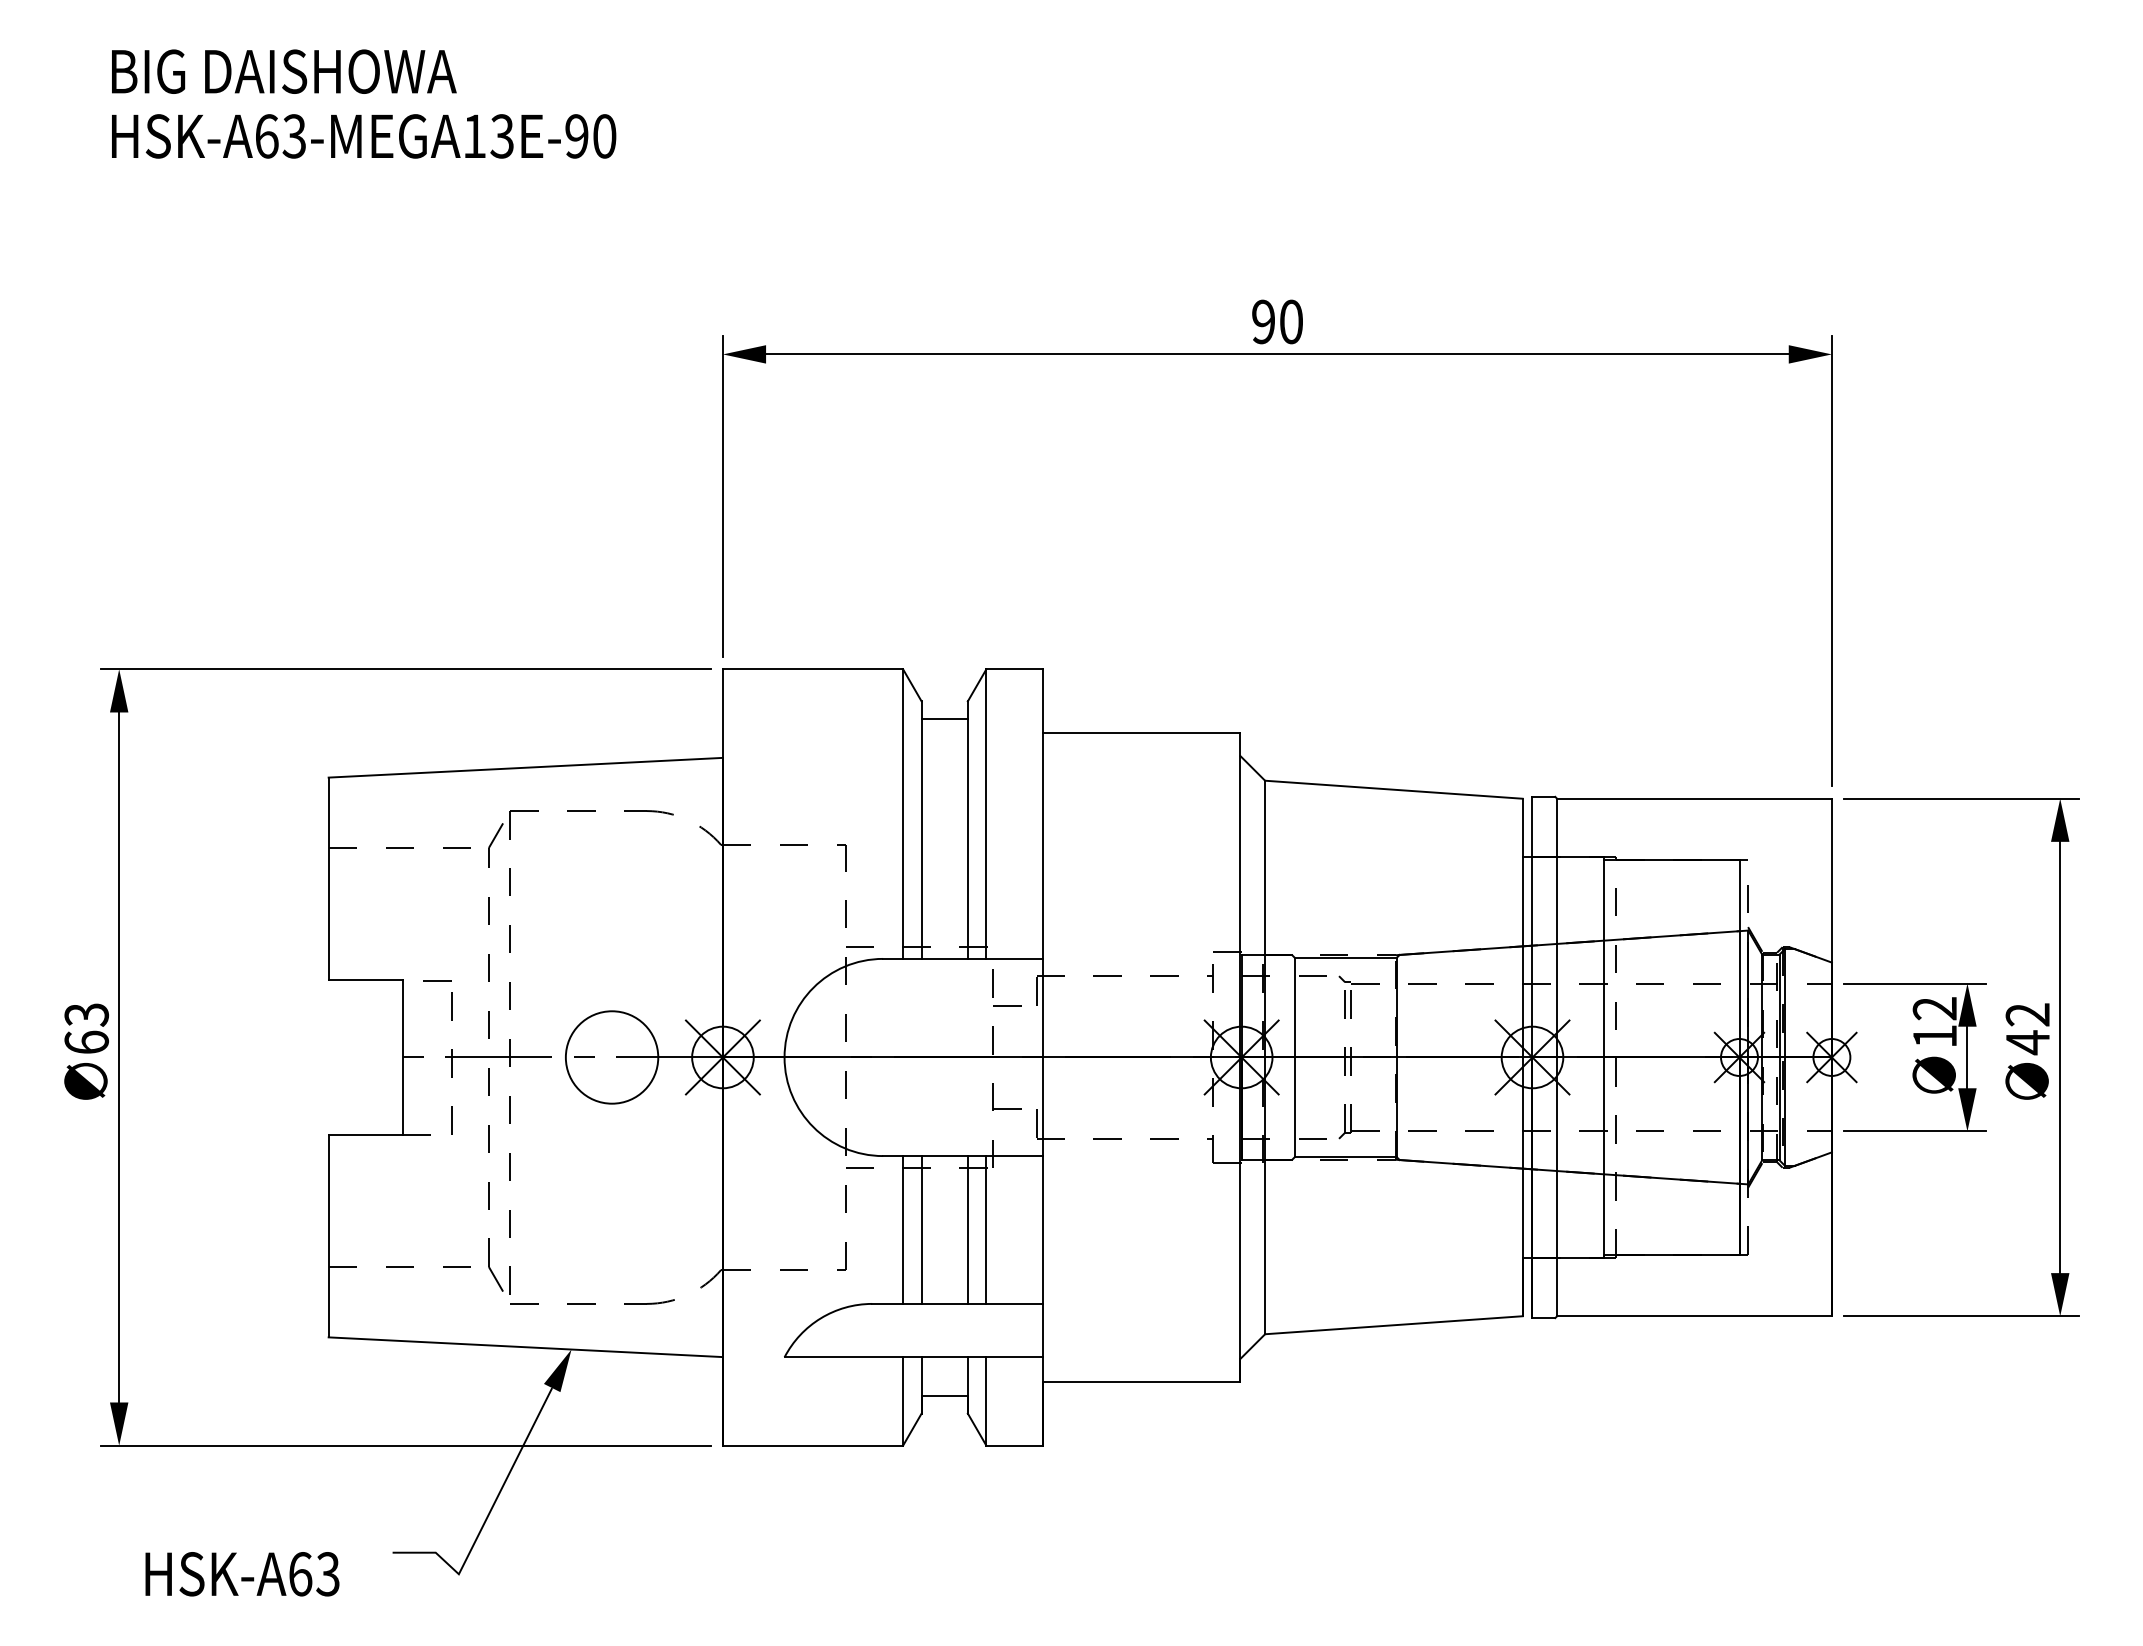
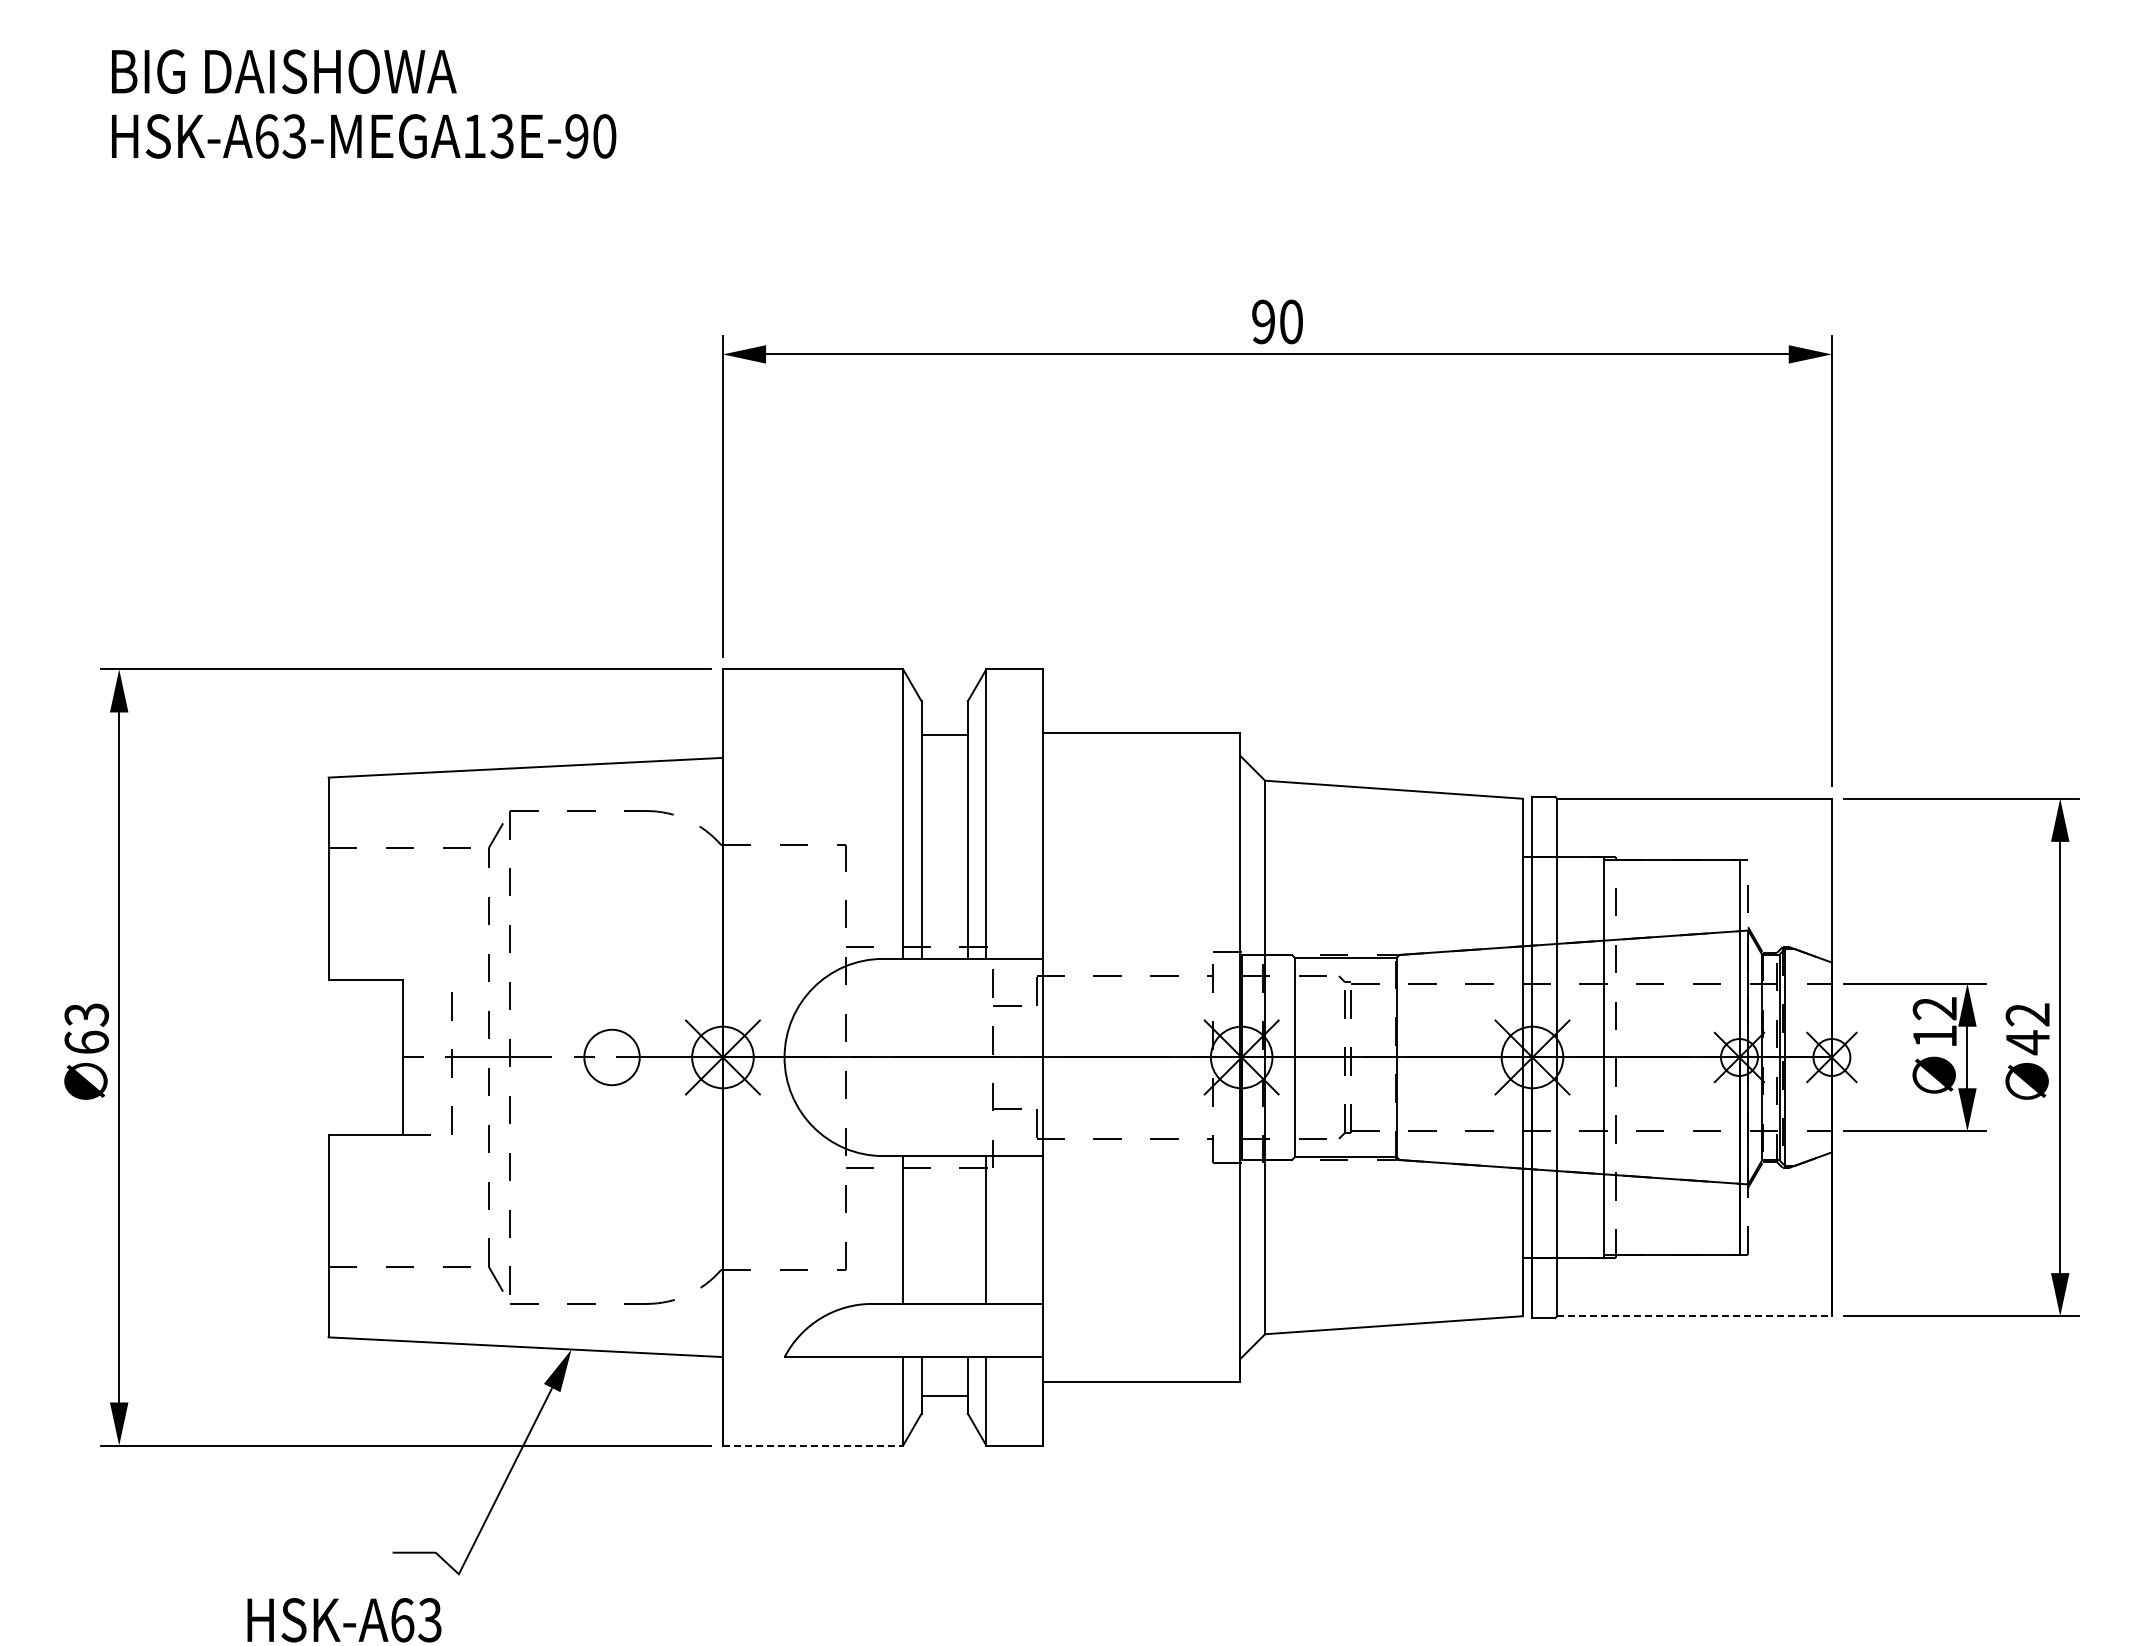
line at (944, 718) position: (944, 718) -> (944, 734)
line at (437, 980): present -> none
circle at (611, 1057) diameter: 92 px -> 55 px
line at (921, 1229): present -> none
line at (967, 1229): present -> none
line at (1695, 1316): solid -> dashed
line at (813, 1445): solid -> dashed
text at (242, 1574) position: (242, 1574) -> (344, 1620)
